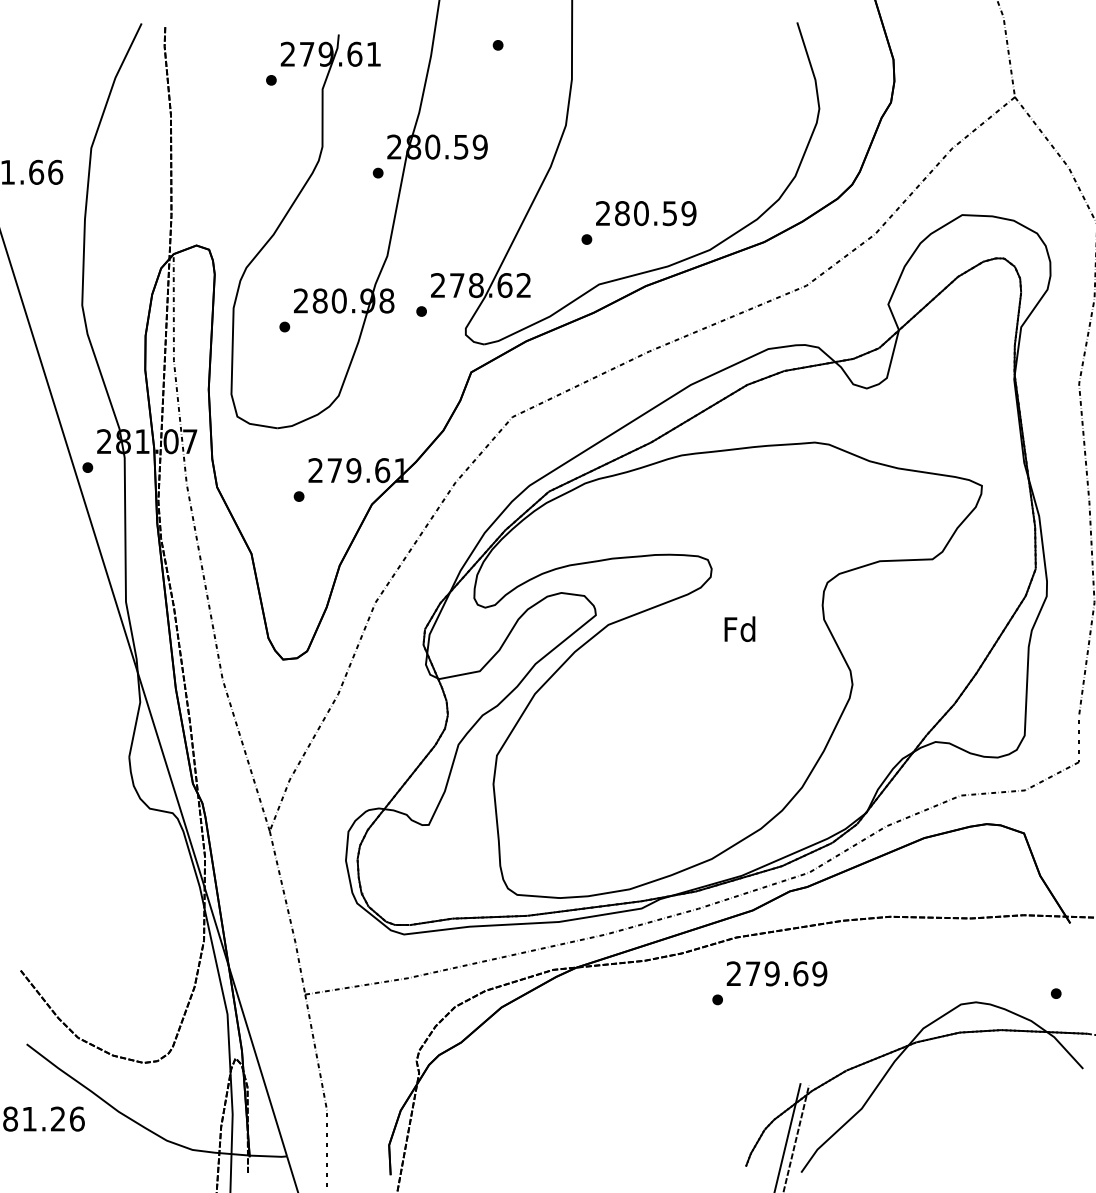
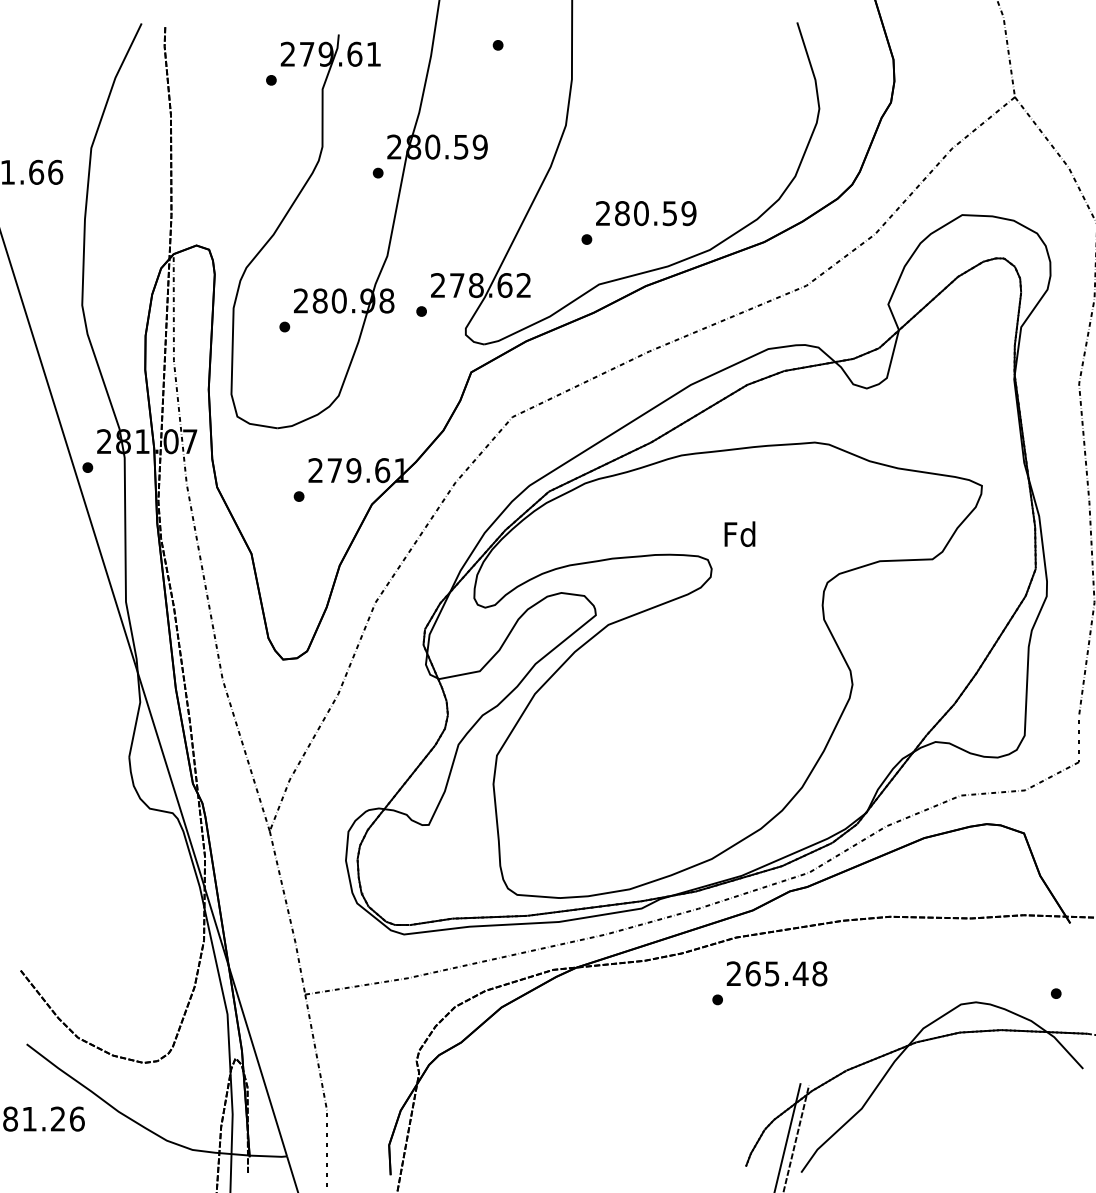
text at (739, 628) position: (739, 628) -> (739, 533)
text at (786, 973): 279.69 -> 265.48
